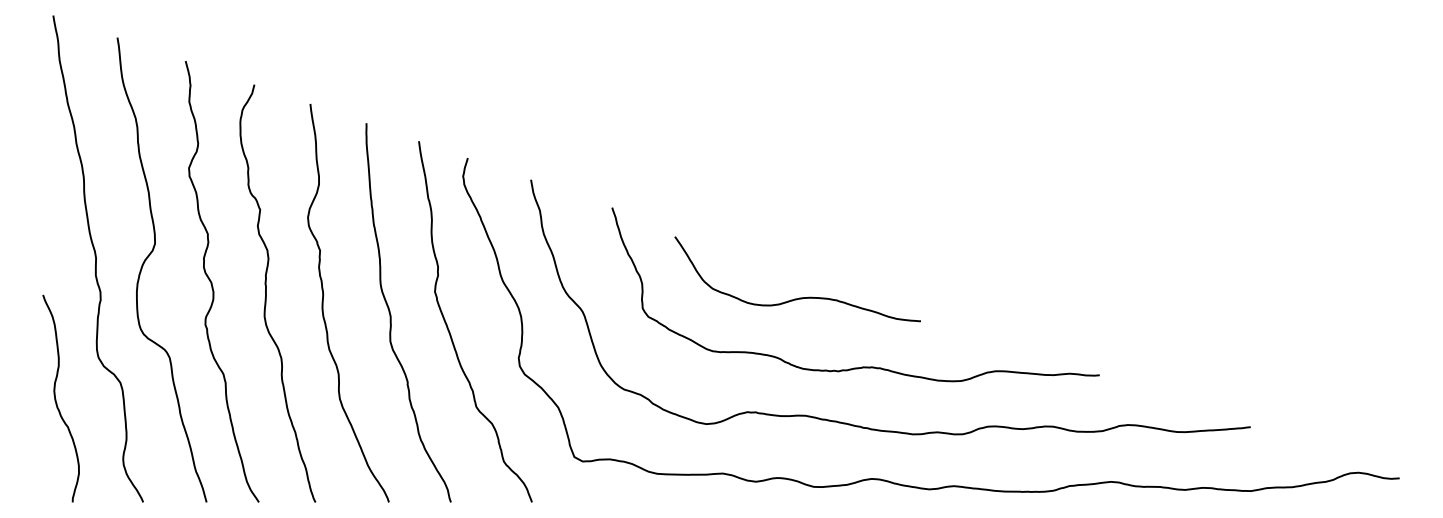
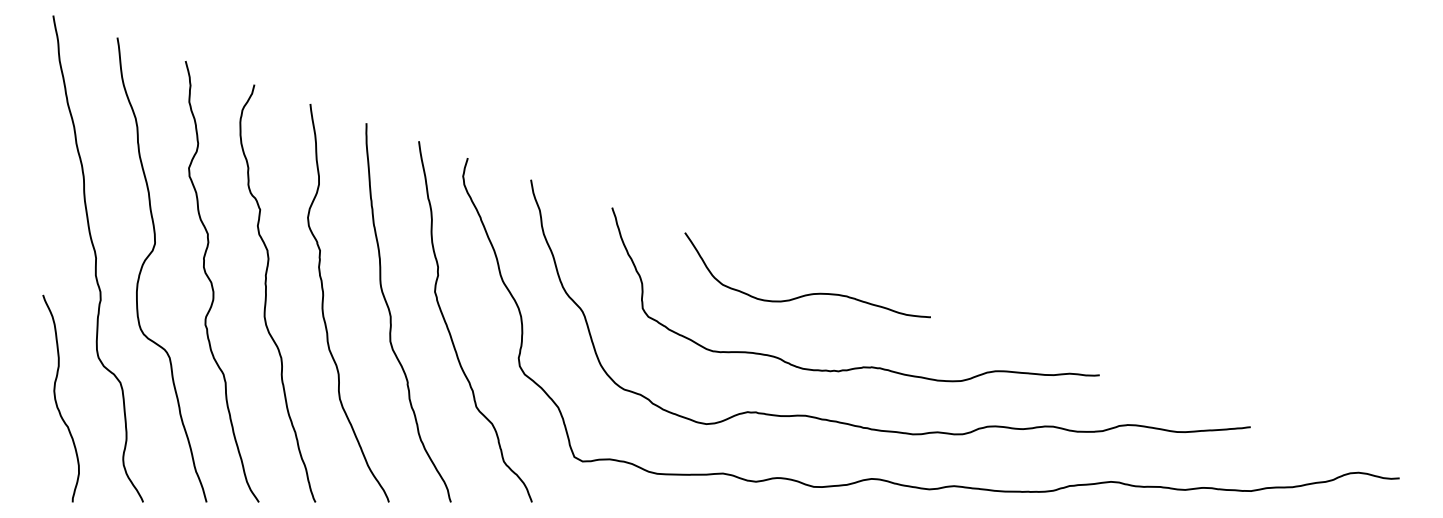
curve at (799, 297) position: (799, 297) -> (809, 293)
